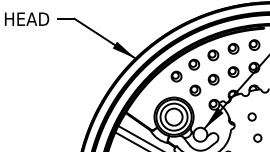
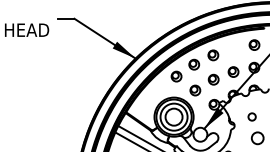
text at (27, 18) position: (27, 18) -> (27, 29)
part at (233, 48): present -> none
circle at (257, 137) size: 10x10 px -> 15x15 px
